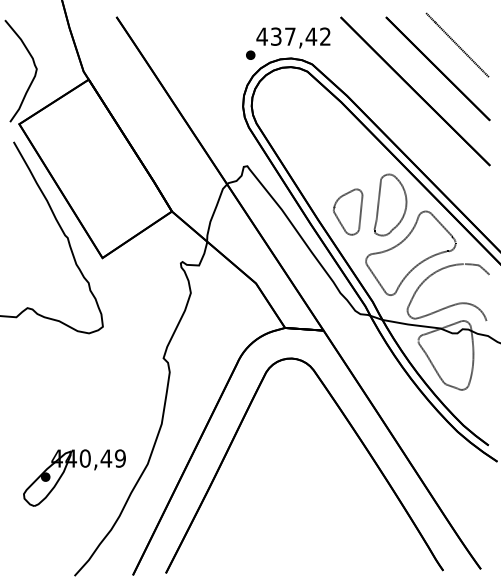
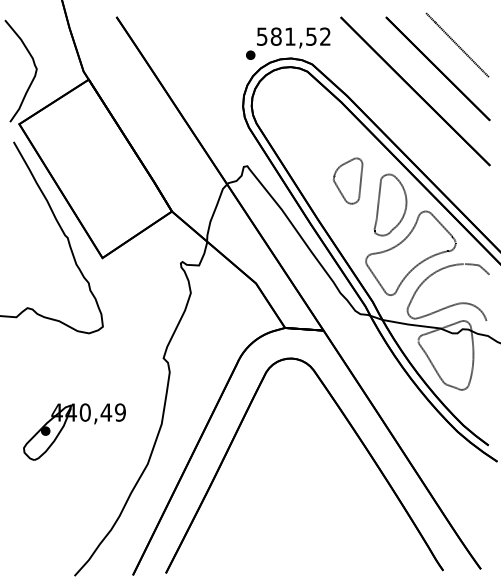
text at (286, 36): 437,42 -> 581,52
part at (348, 211) position: (348, 211) -> (348, 180)
part at (74, 467) position: (74, 467) -> (74, 421)
